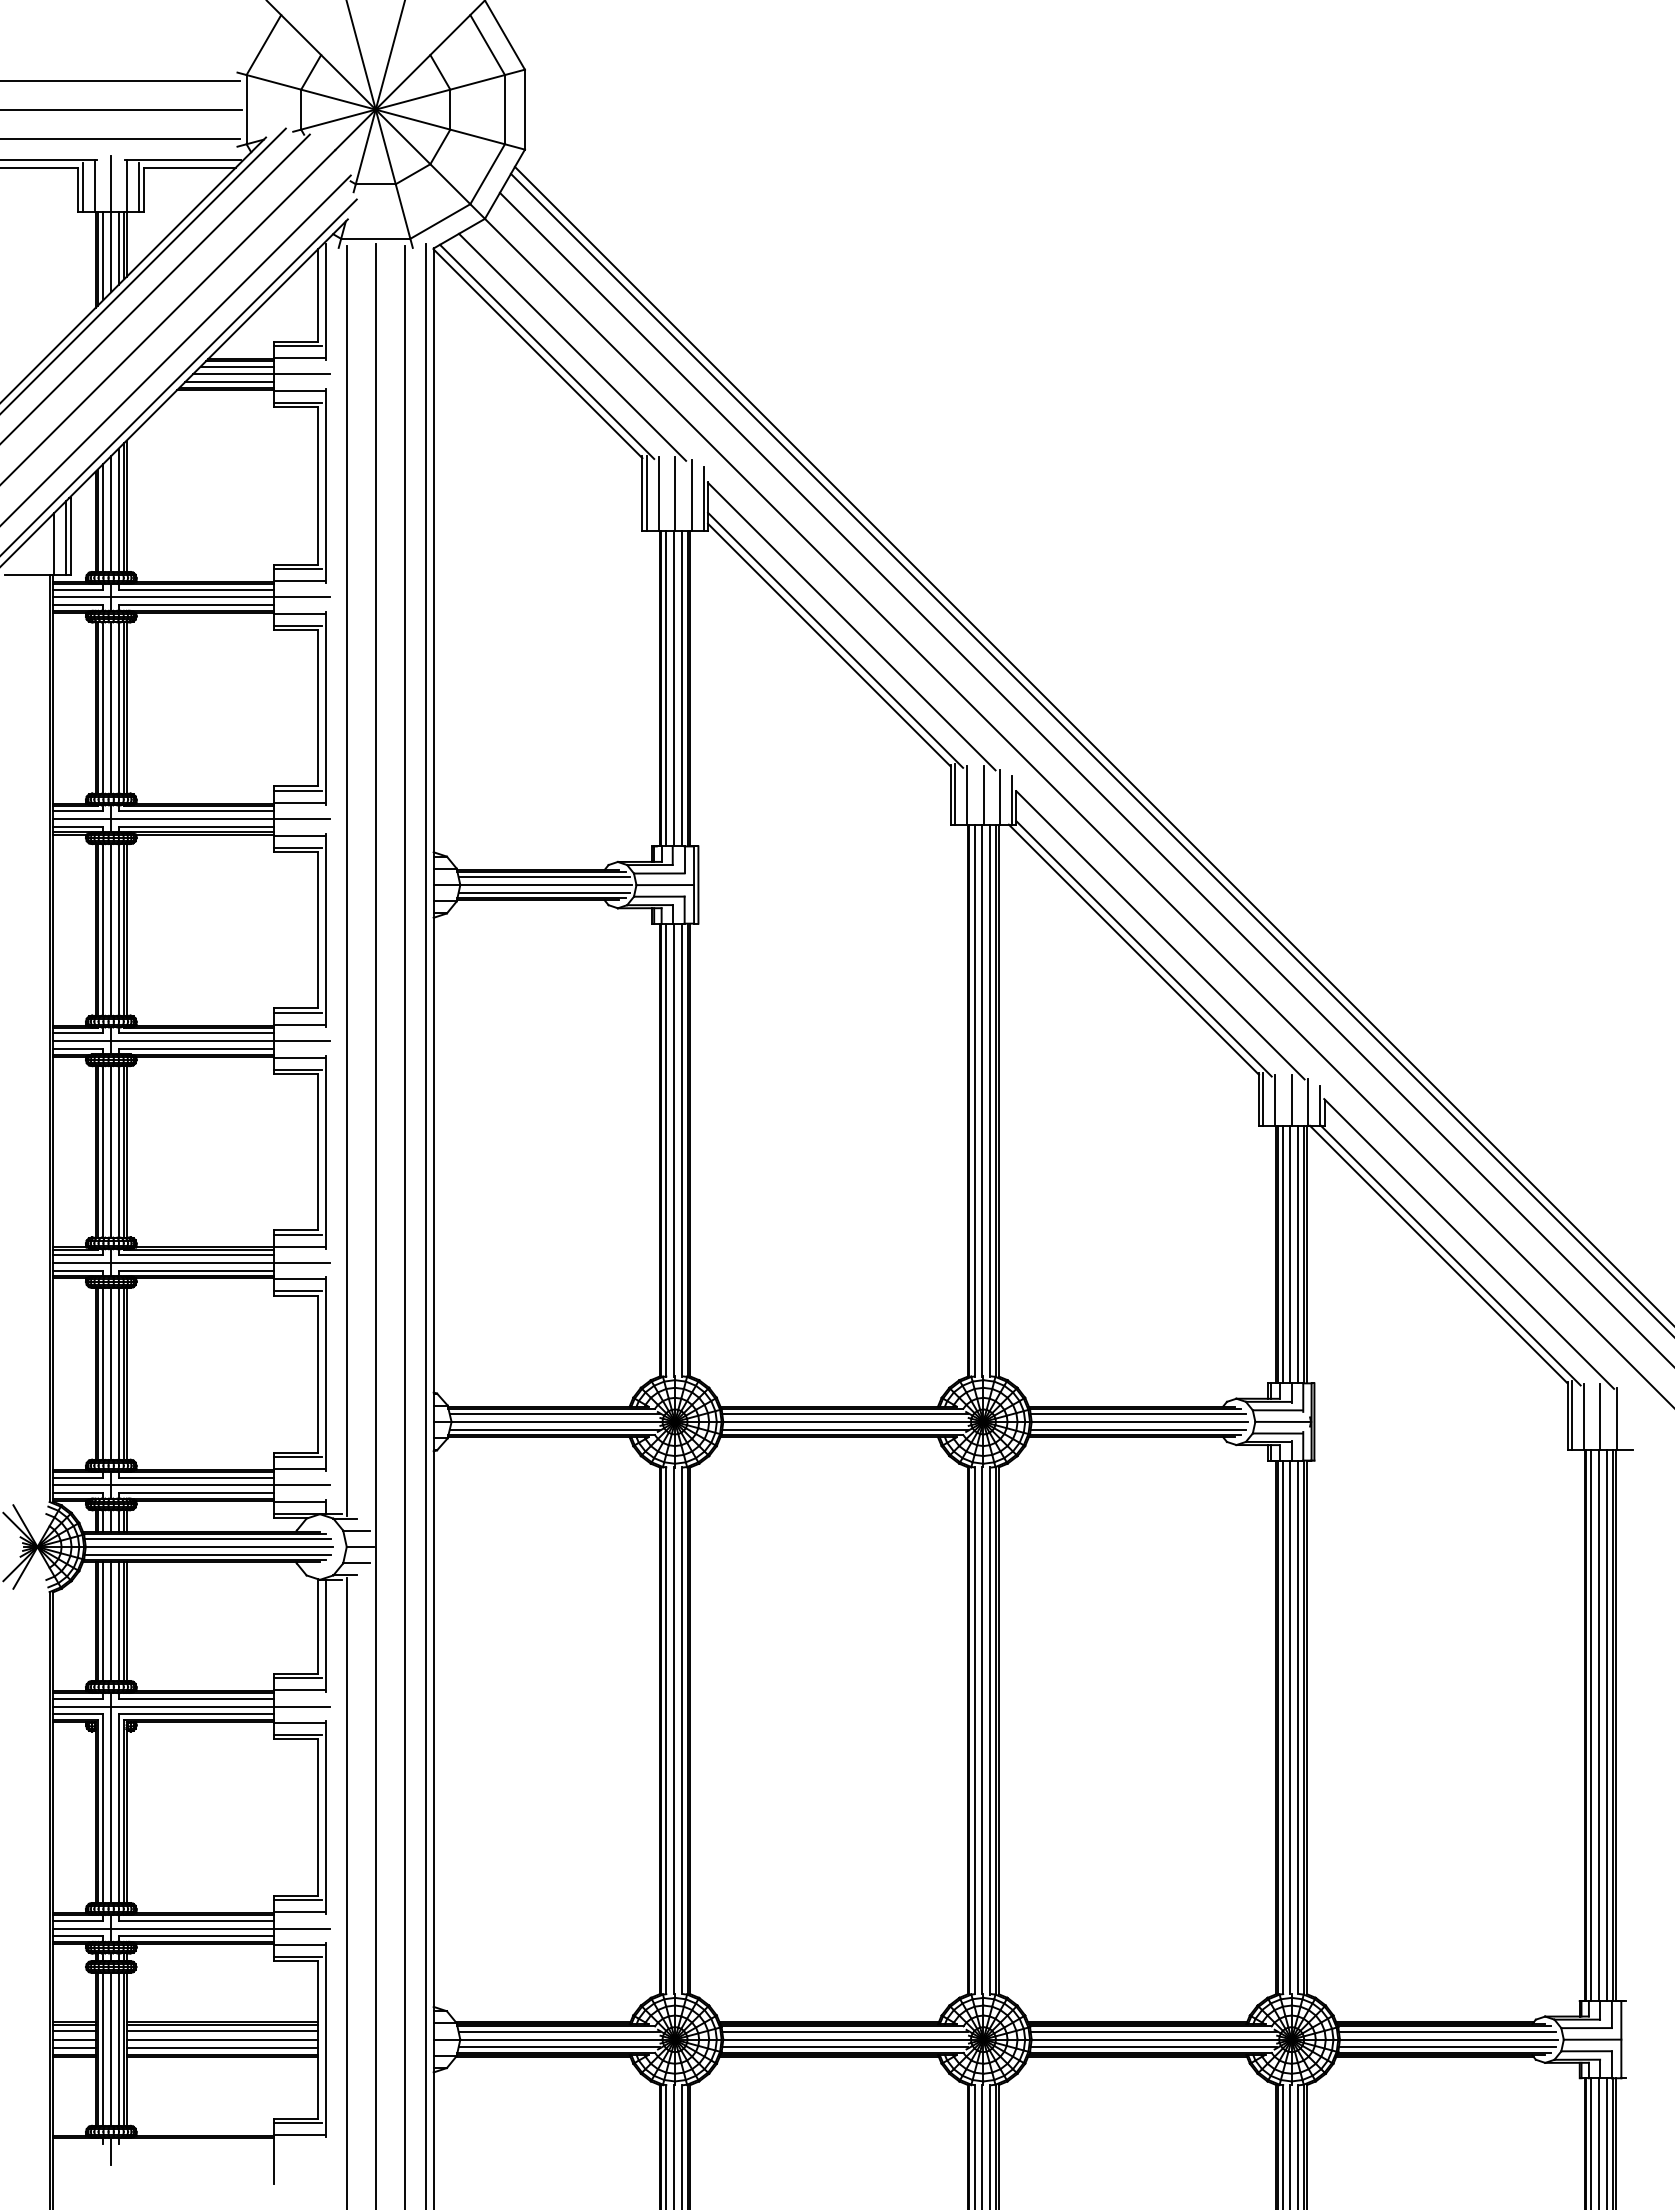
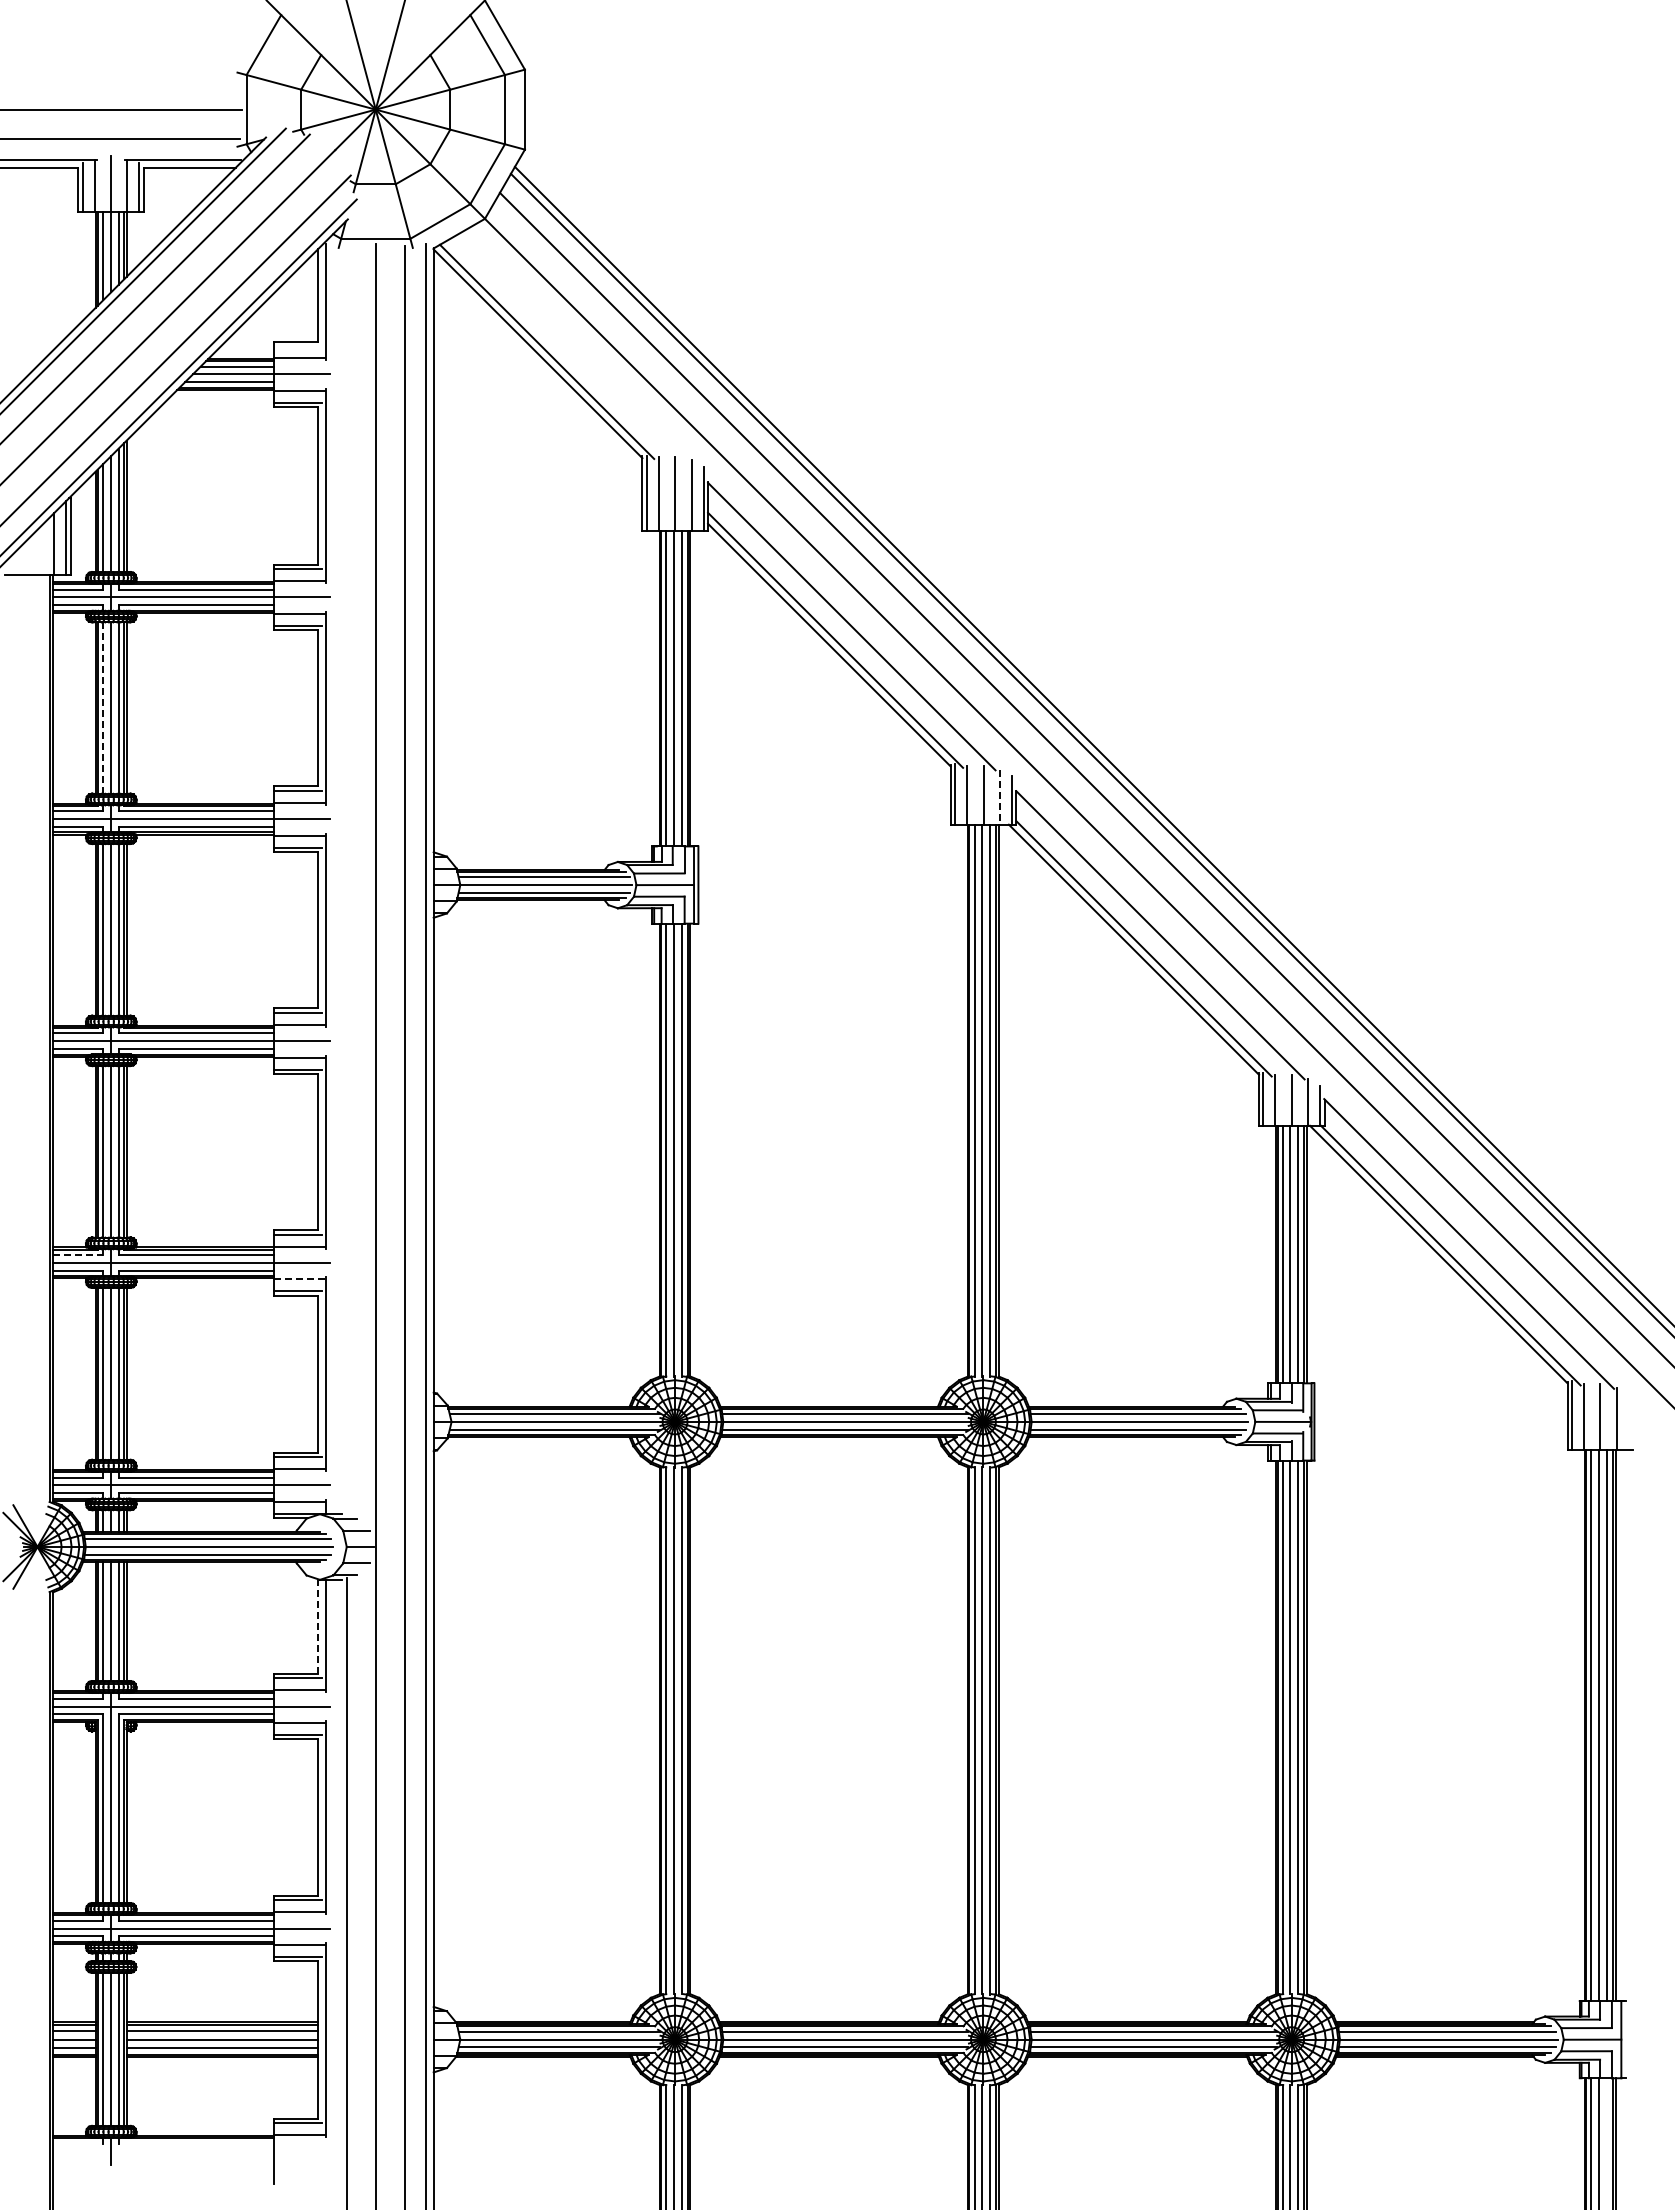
line at (120, 80): present -> none
line at (297, 346): present -> none
line at (572, 346): present -> none
line at (103, 708): solid -> dashed
line at (1000, 797): solid -> dashed
line at (346, 880): present -> none
line at (78, 1255): solid -> dashed
line at (299, 1279): solid -> dashed
line at (317, 1625): solid -> dashed
line at (1606, 2142): present -> none
